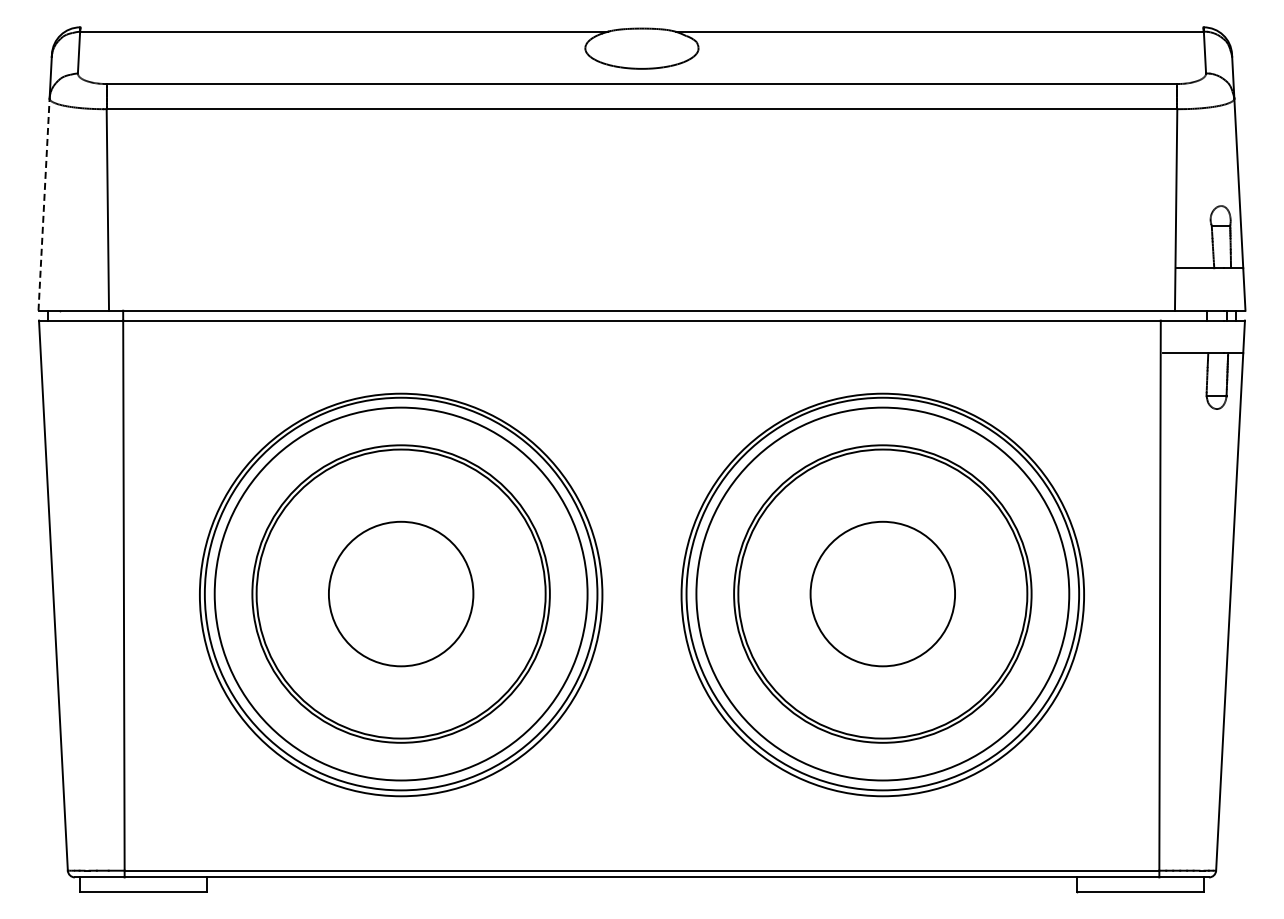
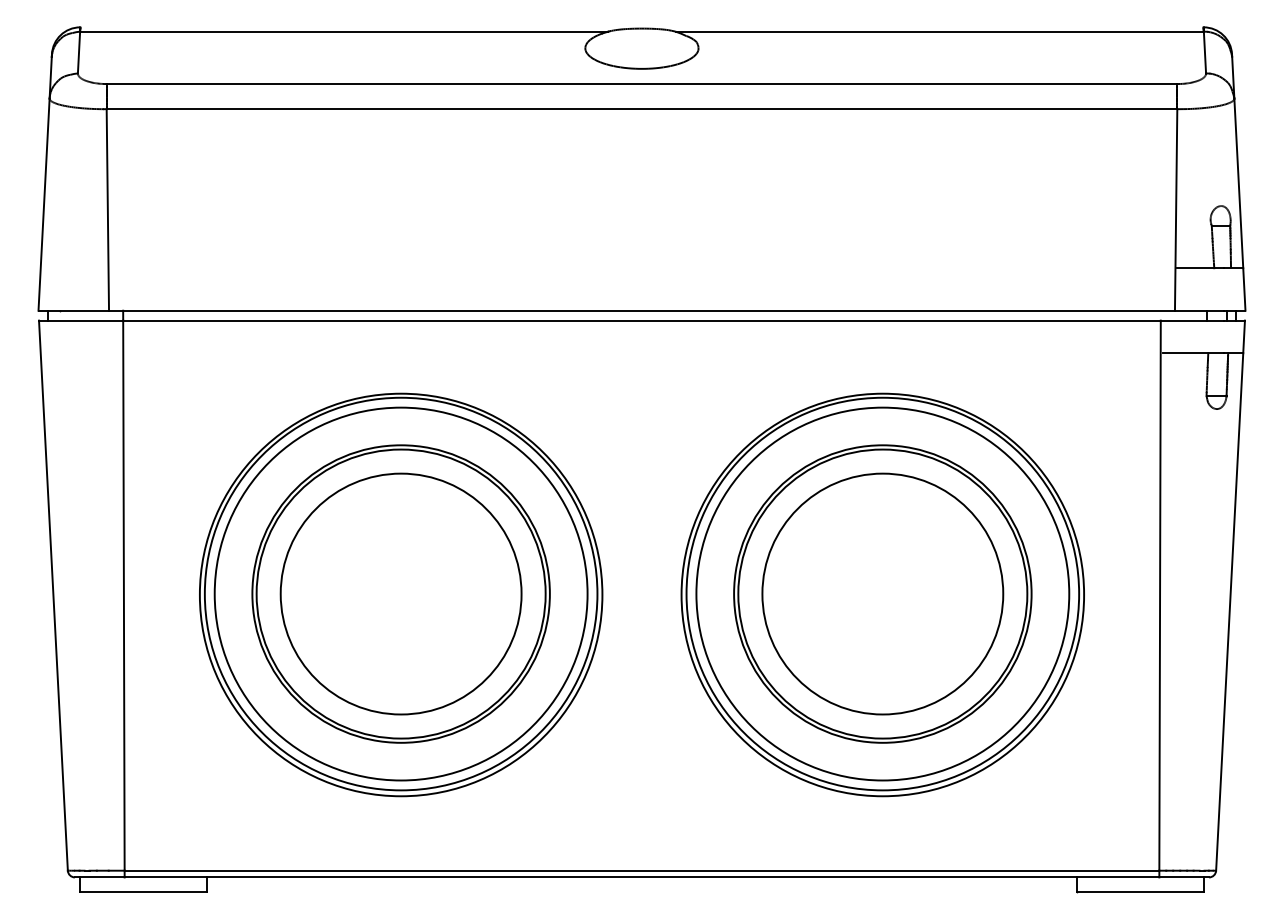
line at (44, 204): dashed -> solid
circle at (400, 593) diameter: 145 px -> 241 px
circle at (882, 593) diameter: 145 px -> 241 px
